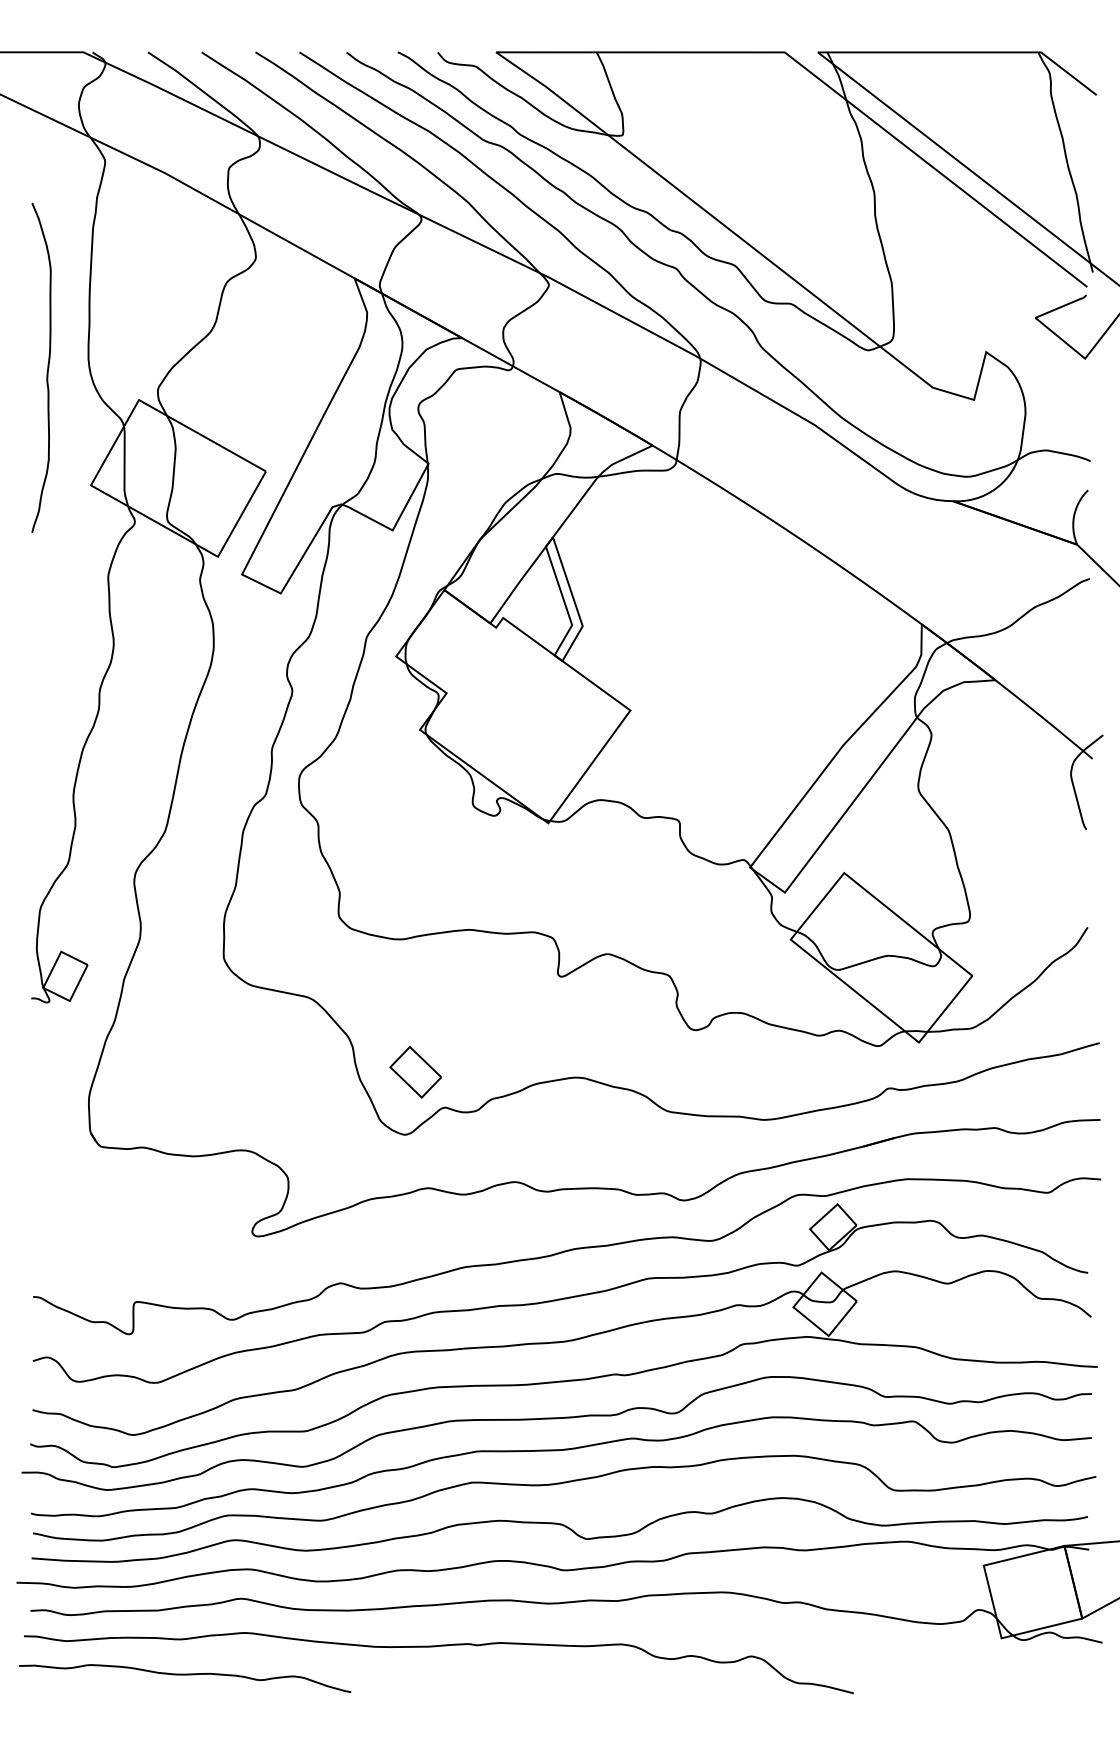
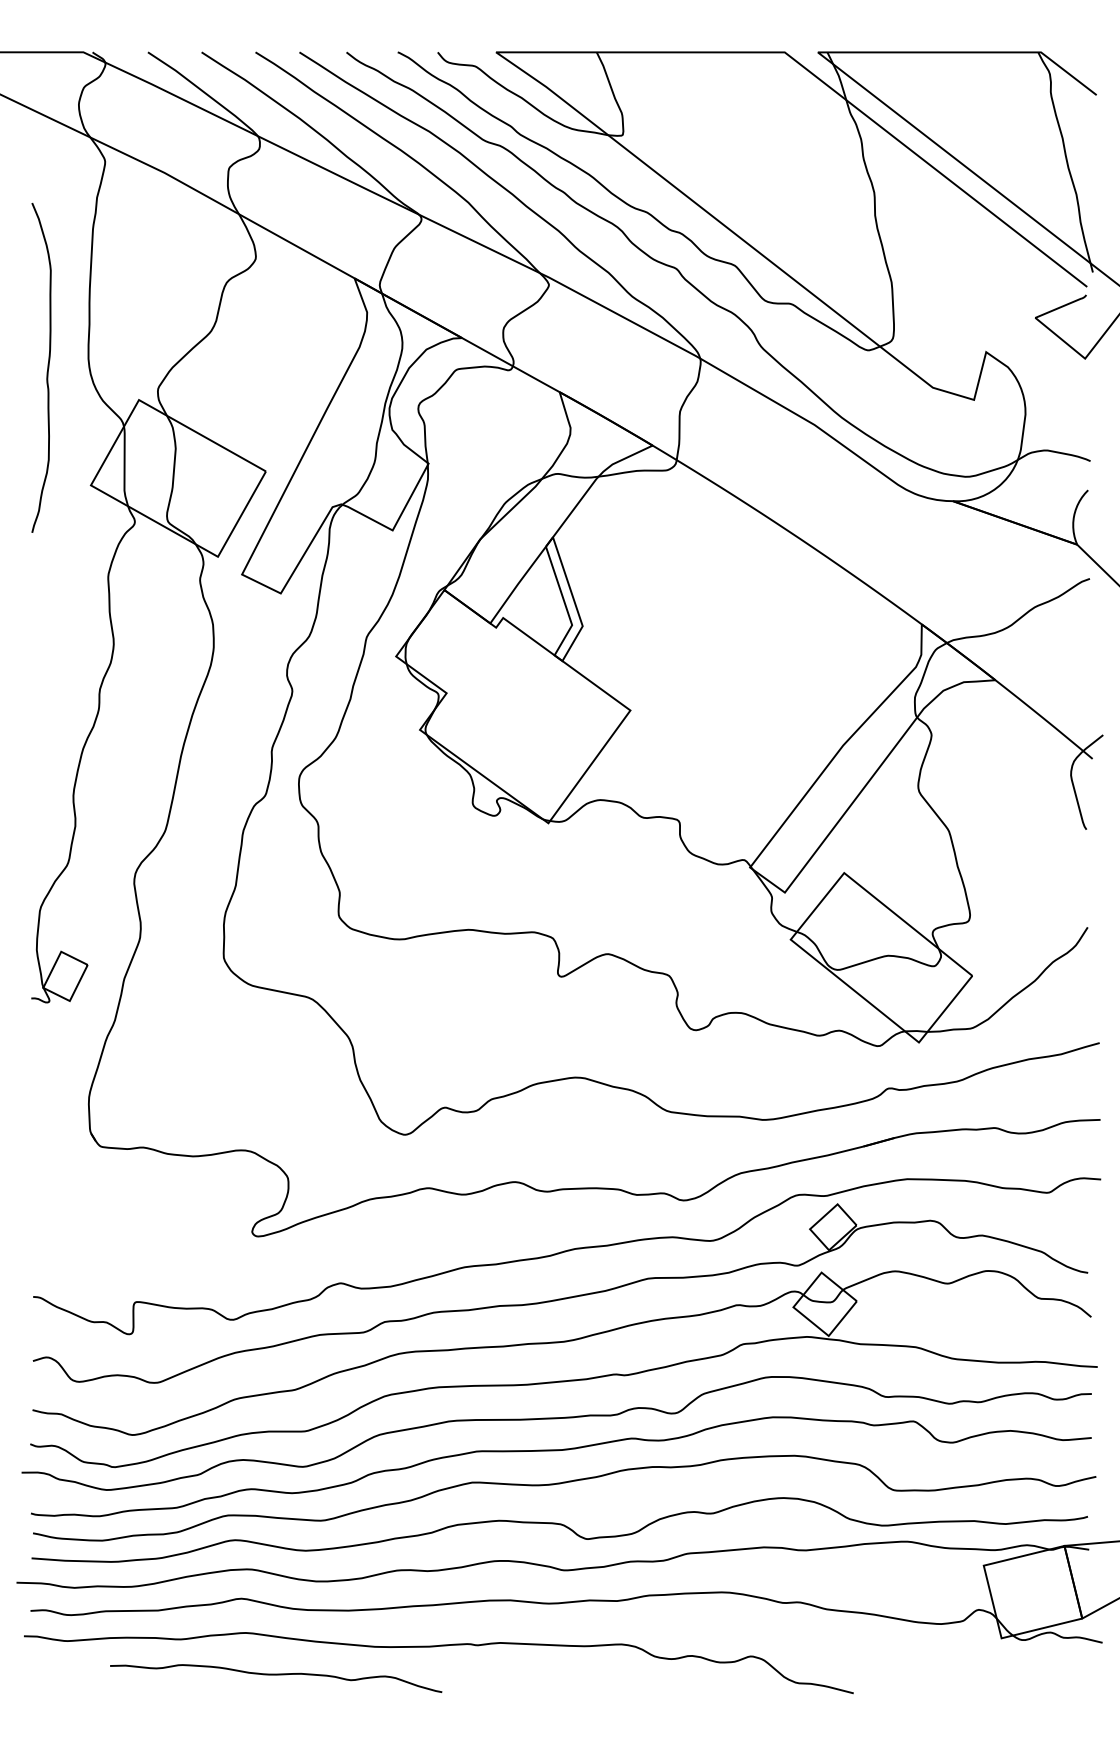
part at (415, 1072): present -> none
curve at (185, 1675) position: (185, 1675) -> (276, 1675)
